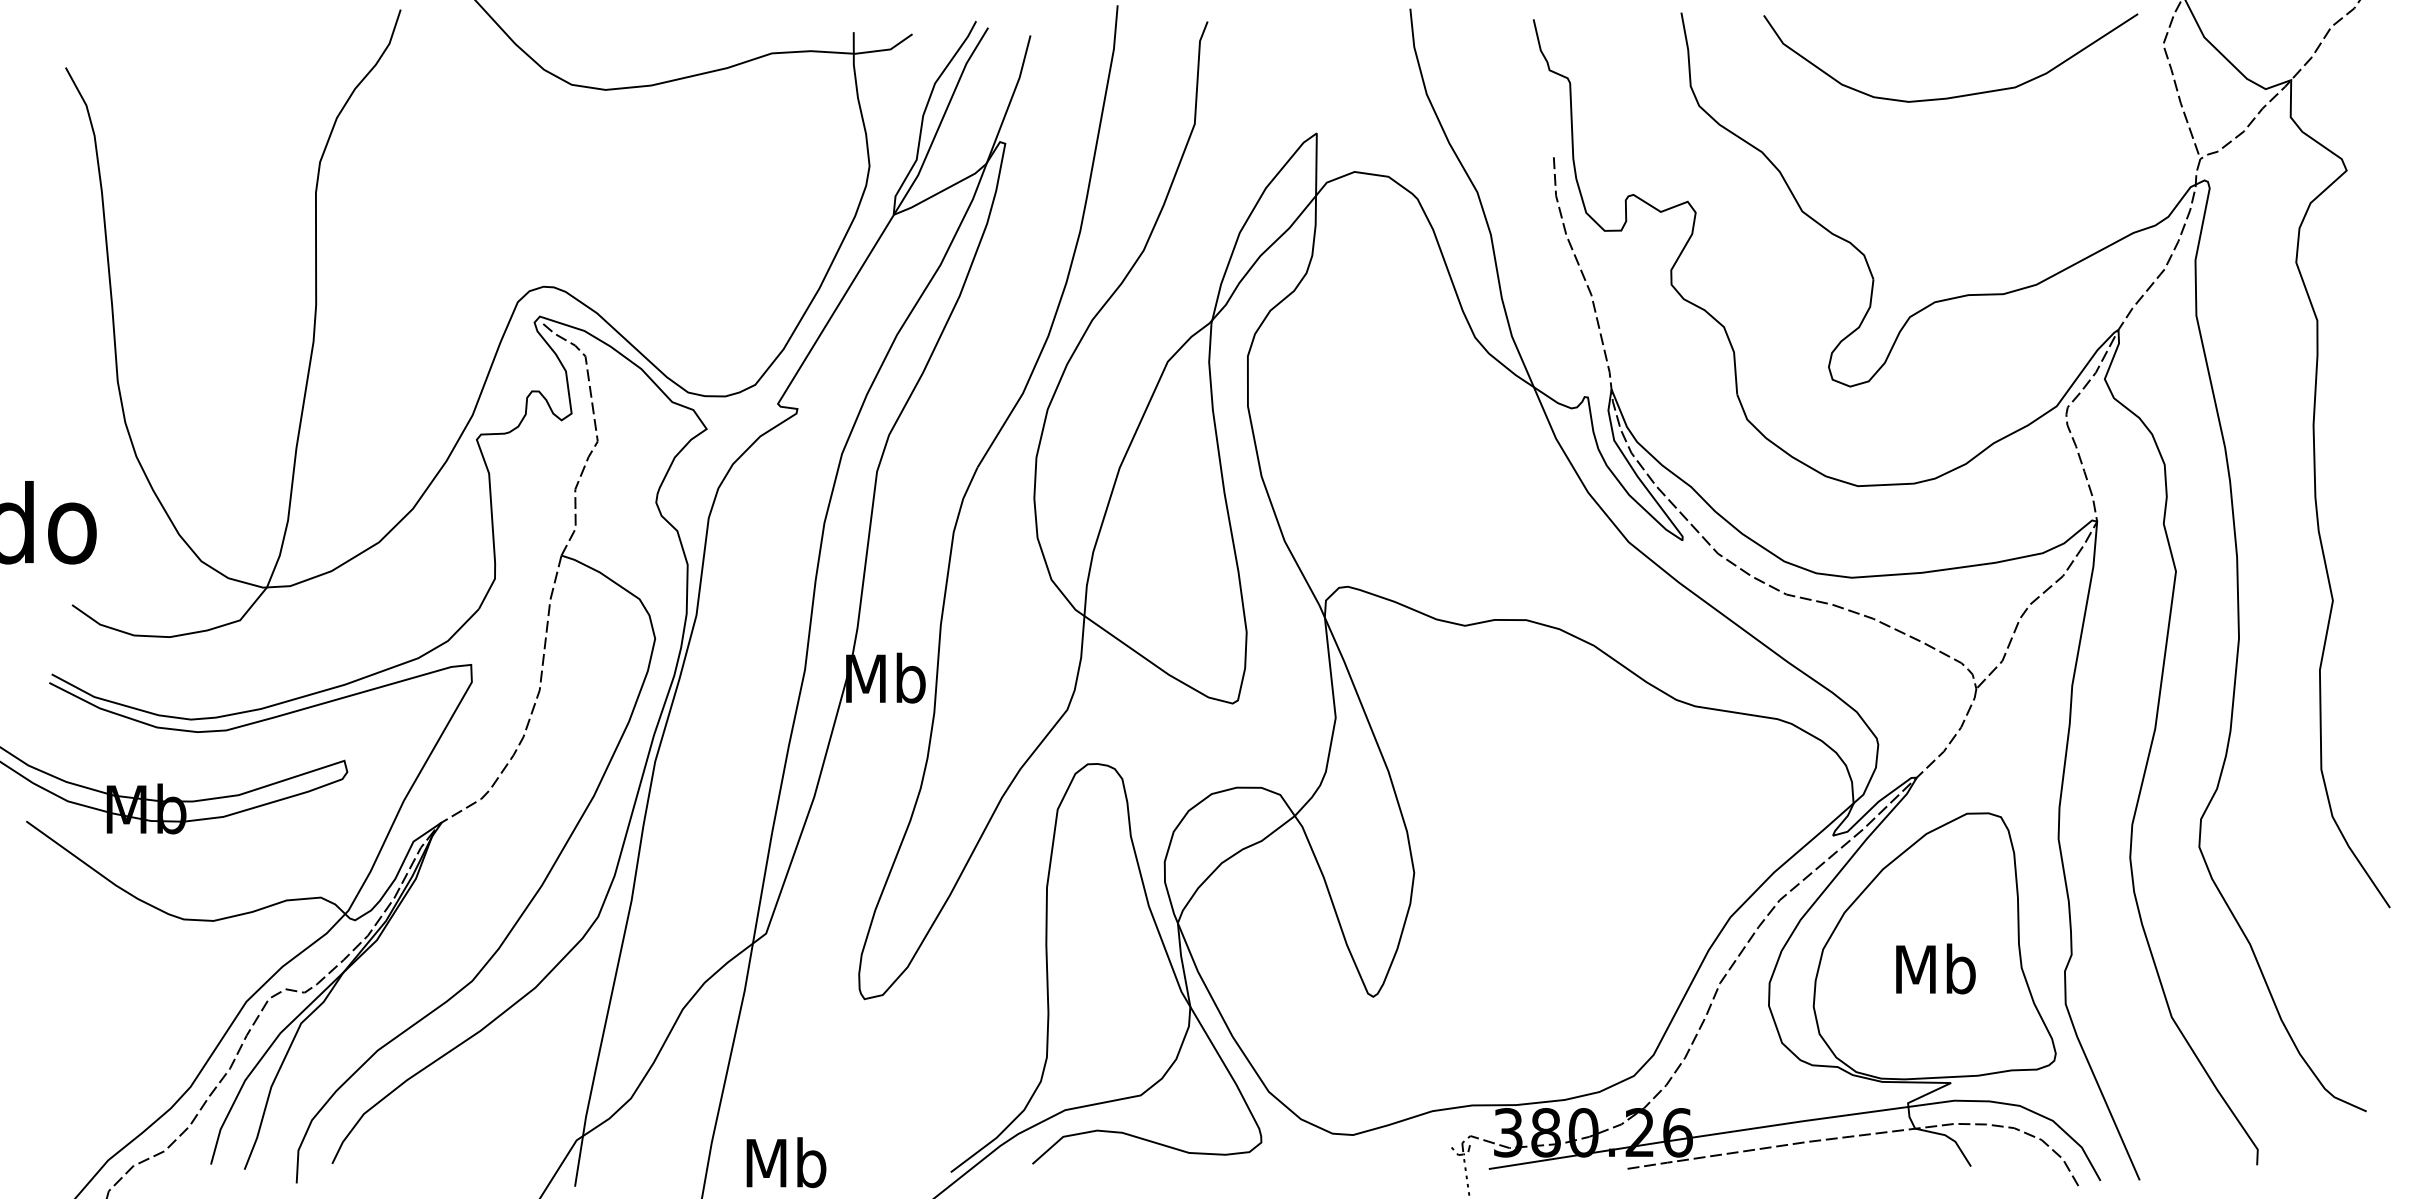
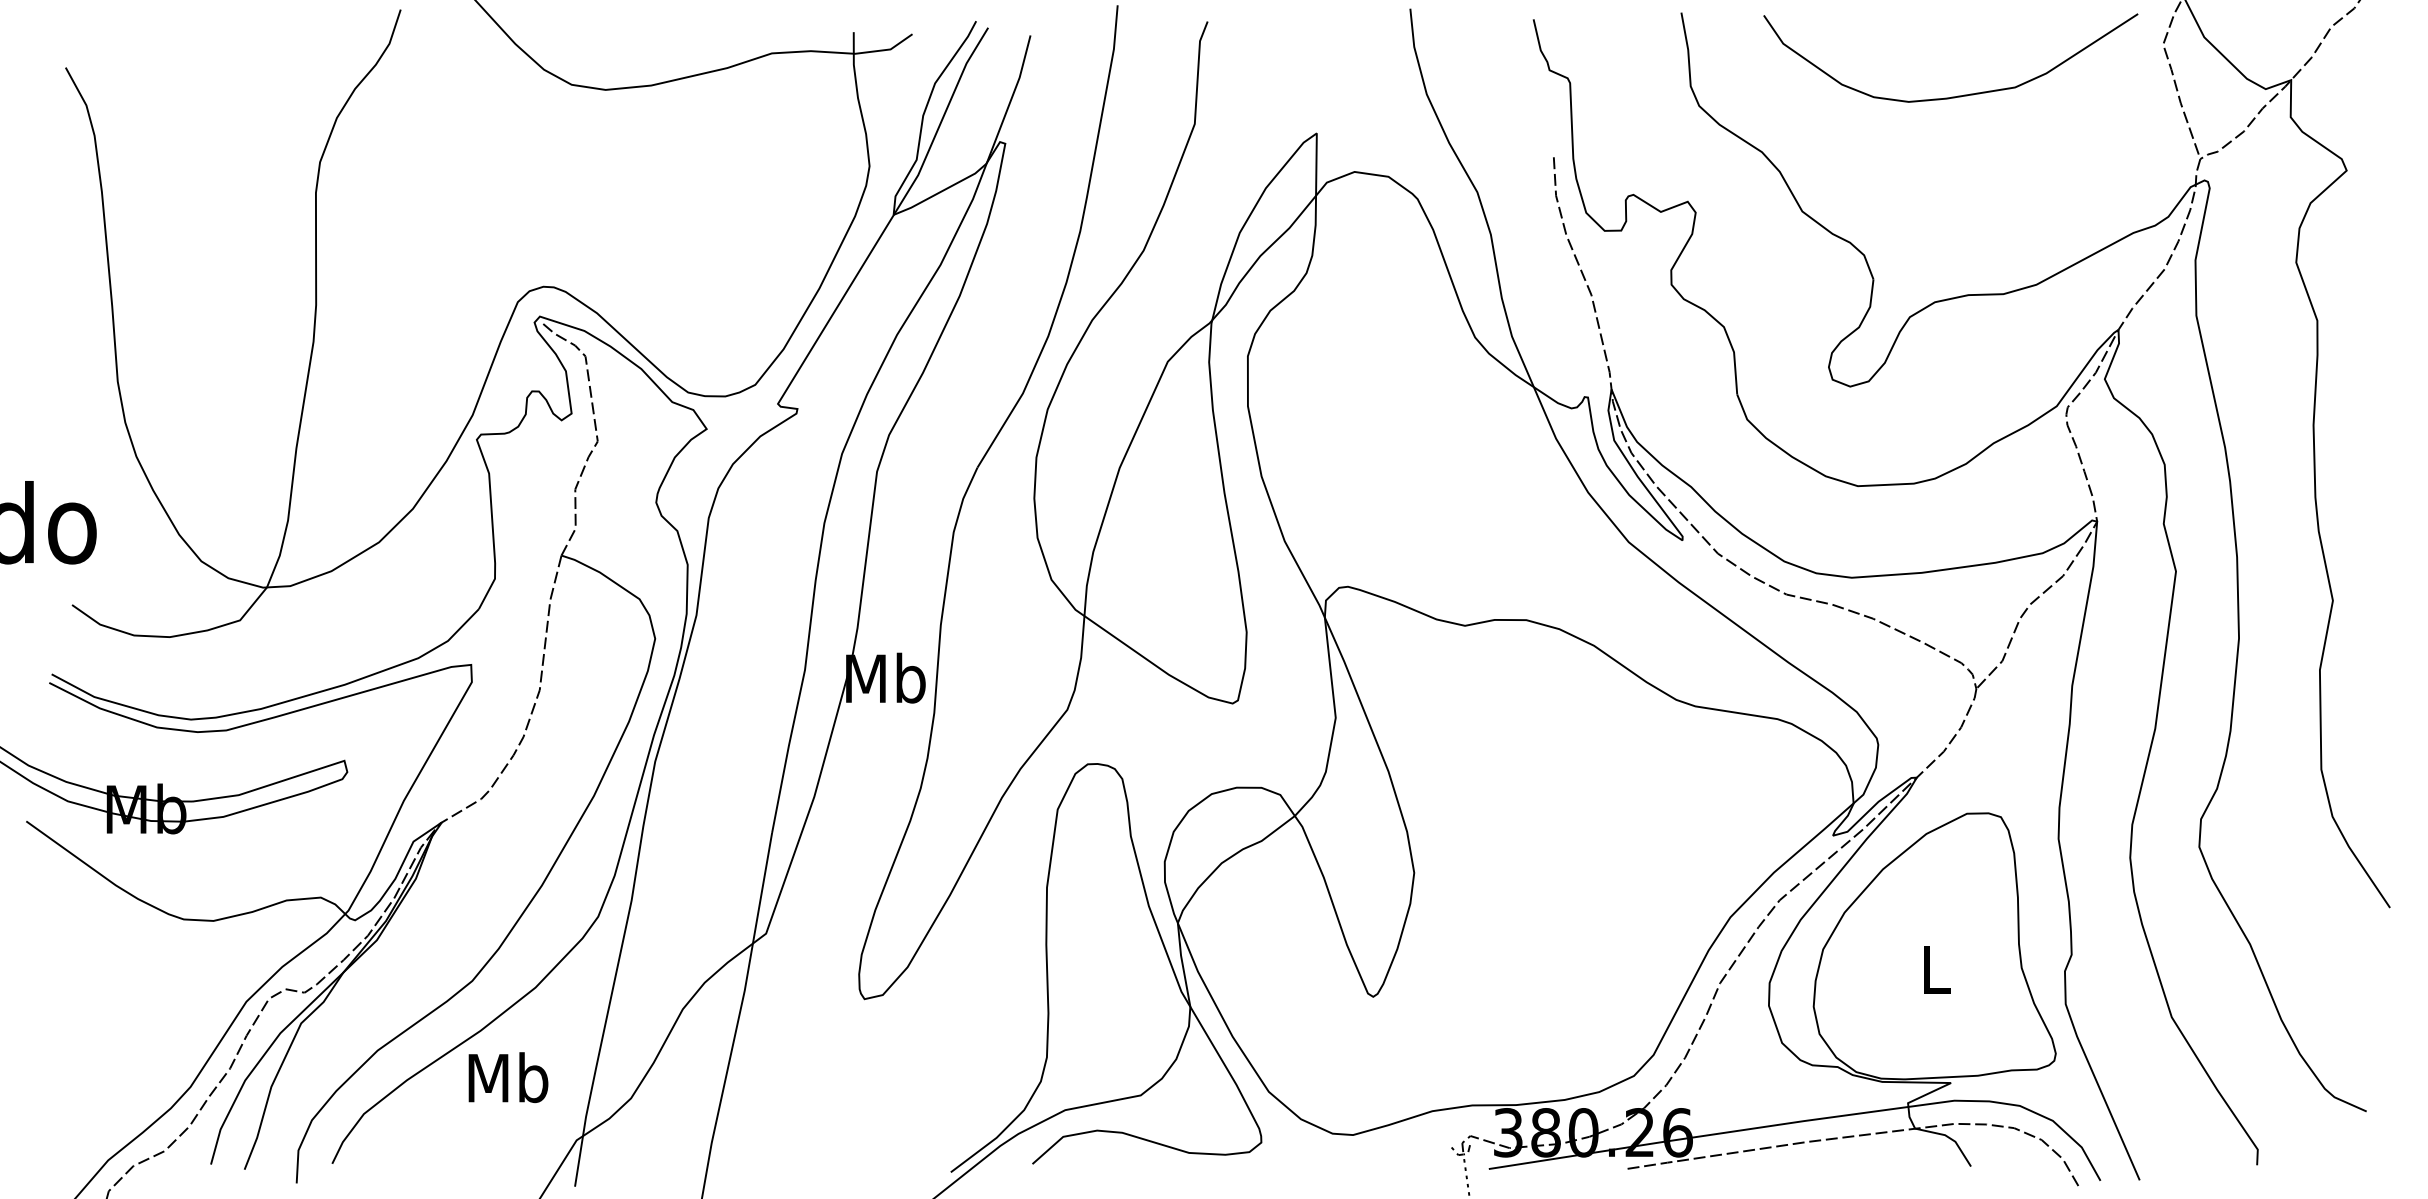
text at (1935, 968): Mb -> L
text at (786, 1162) position: (786, 1162) -> (508, 1077)
